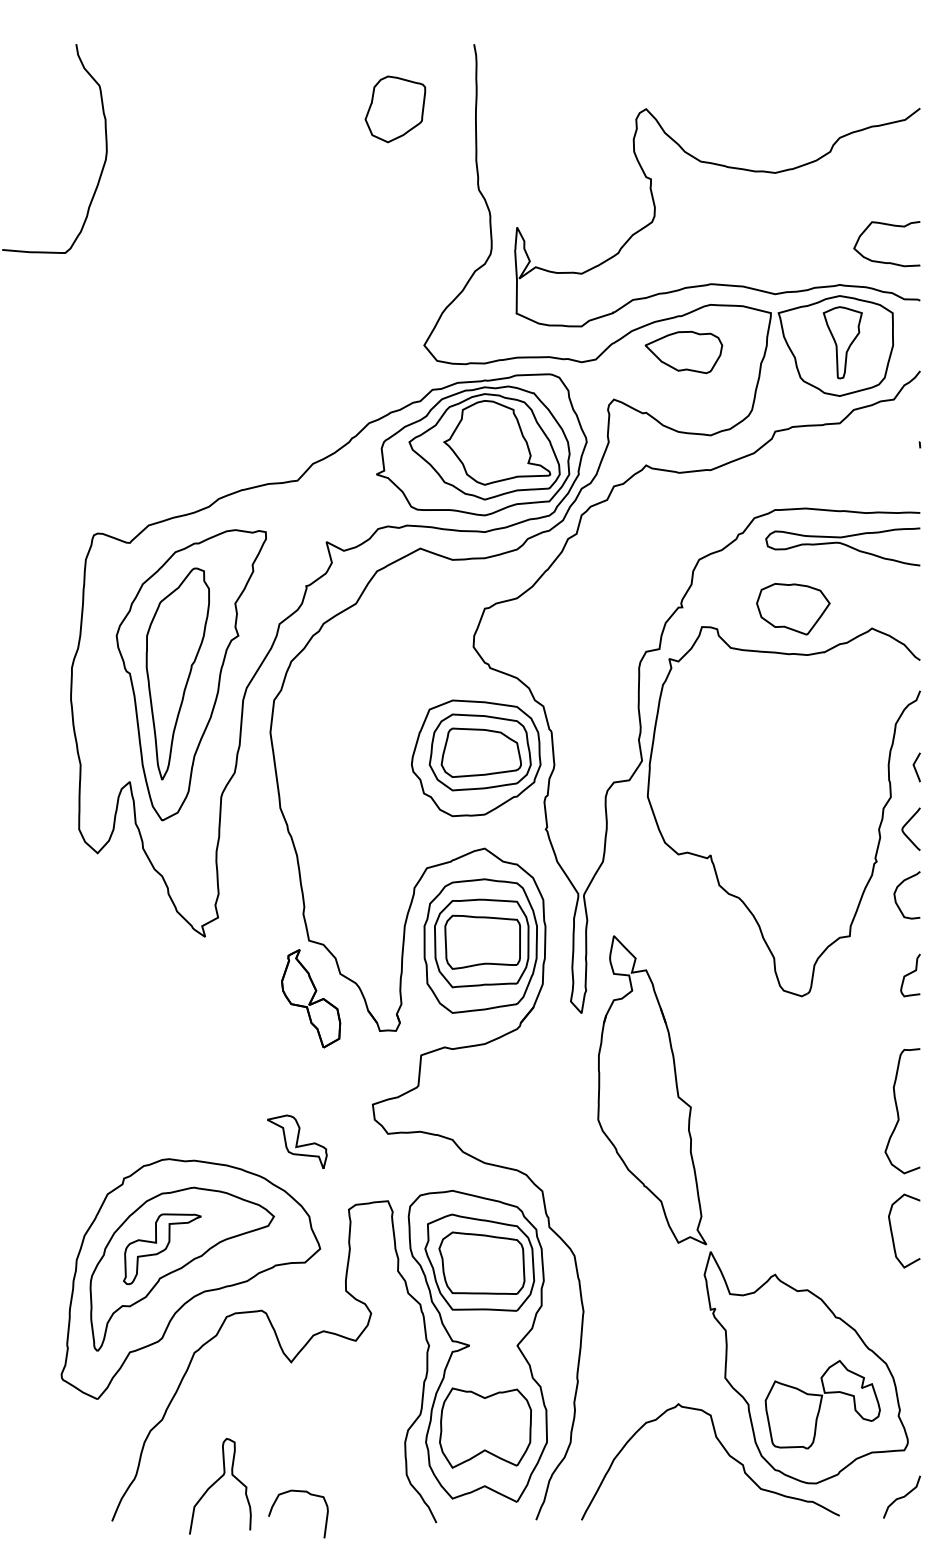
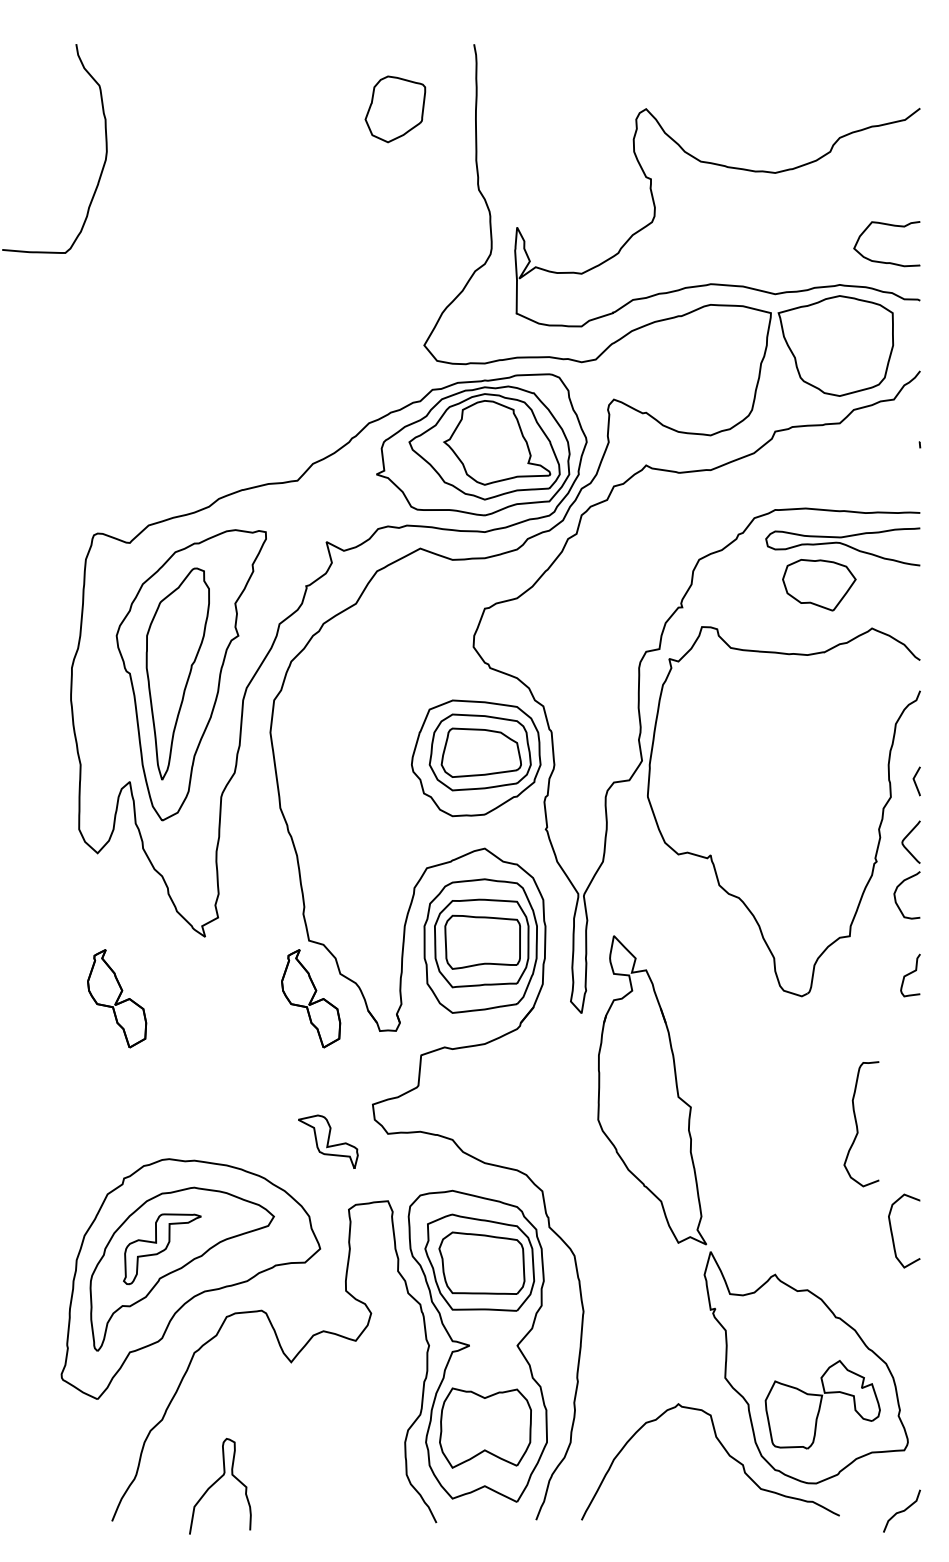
part at (842, 342): present -> none
part at (683, 352): present -> none
part at (793, 609) position: (793, 609) -> (819, 585)
line at (915, 767) position: (915, 767) -> (915, 781)
curve at (906, 825) position: (906, 825) -> (906, 838)
part at (117, 998): none -> present
curve at (898, 1111) position: (898, 1111) -> (857, 1124)
part at (297, 1141) position: (297, 1141) -> (328, 1141)
curve at (299, 1492): present -> none
curve at (901, 1496) position: (901, 1496) -> (901, 1510)
